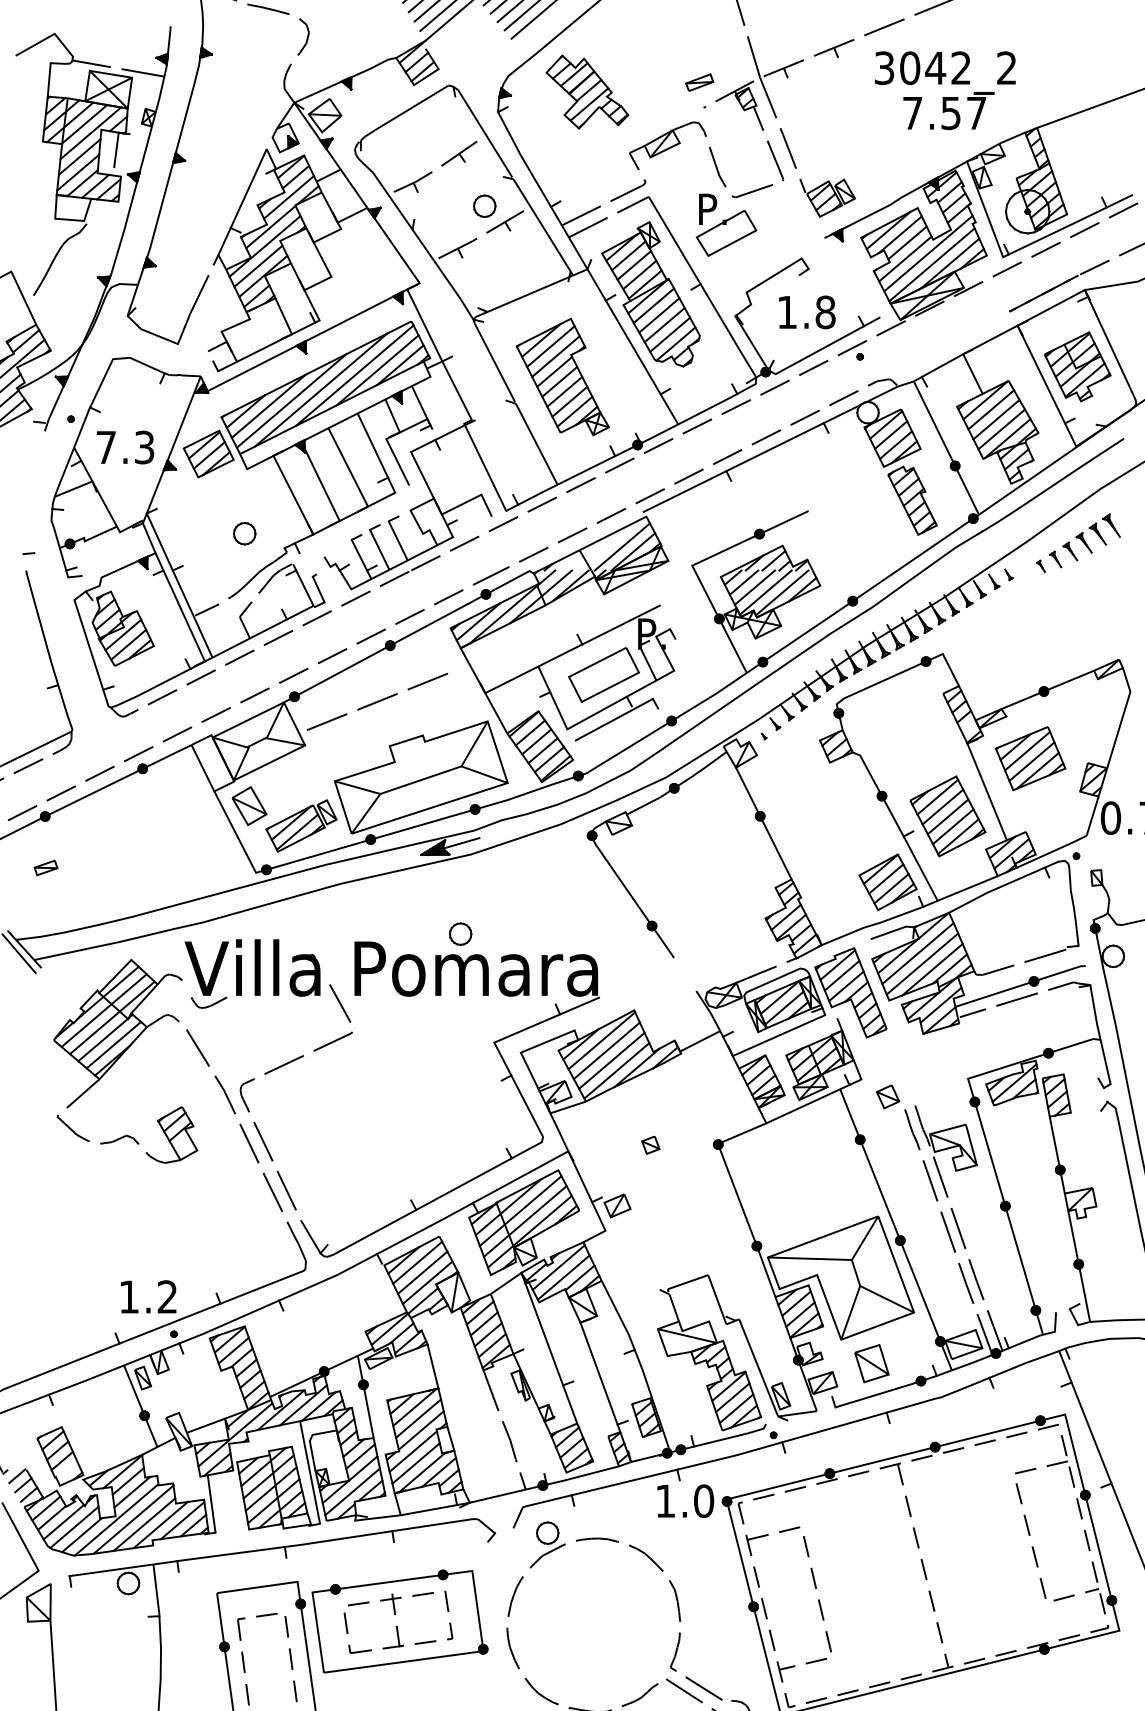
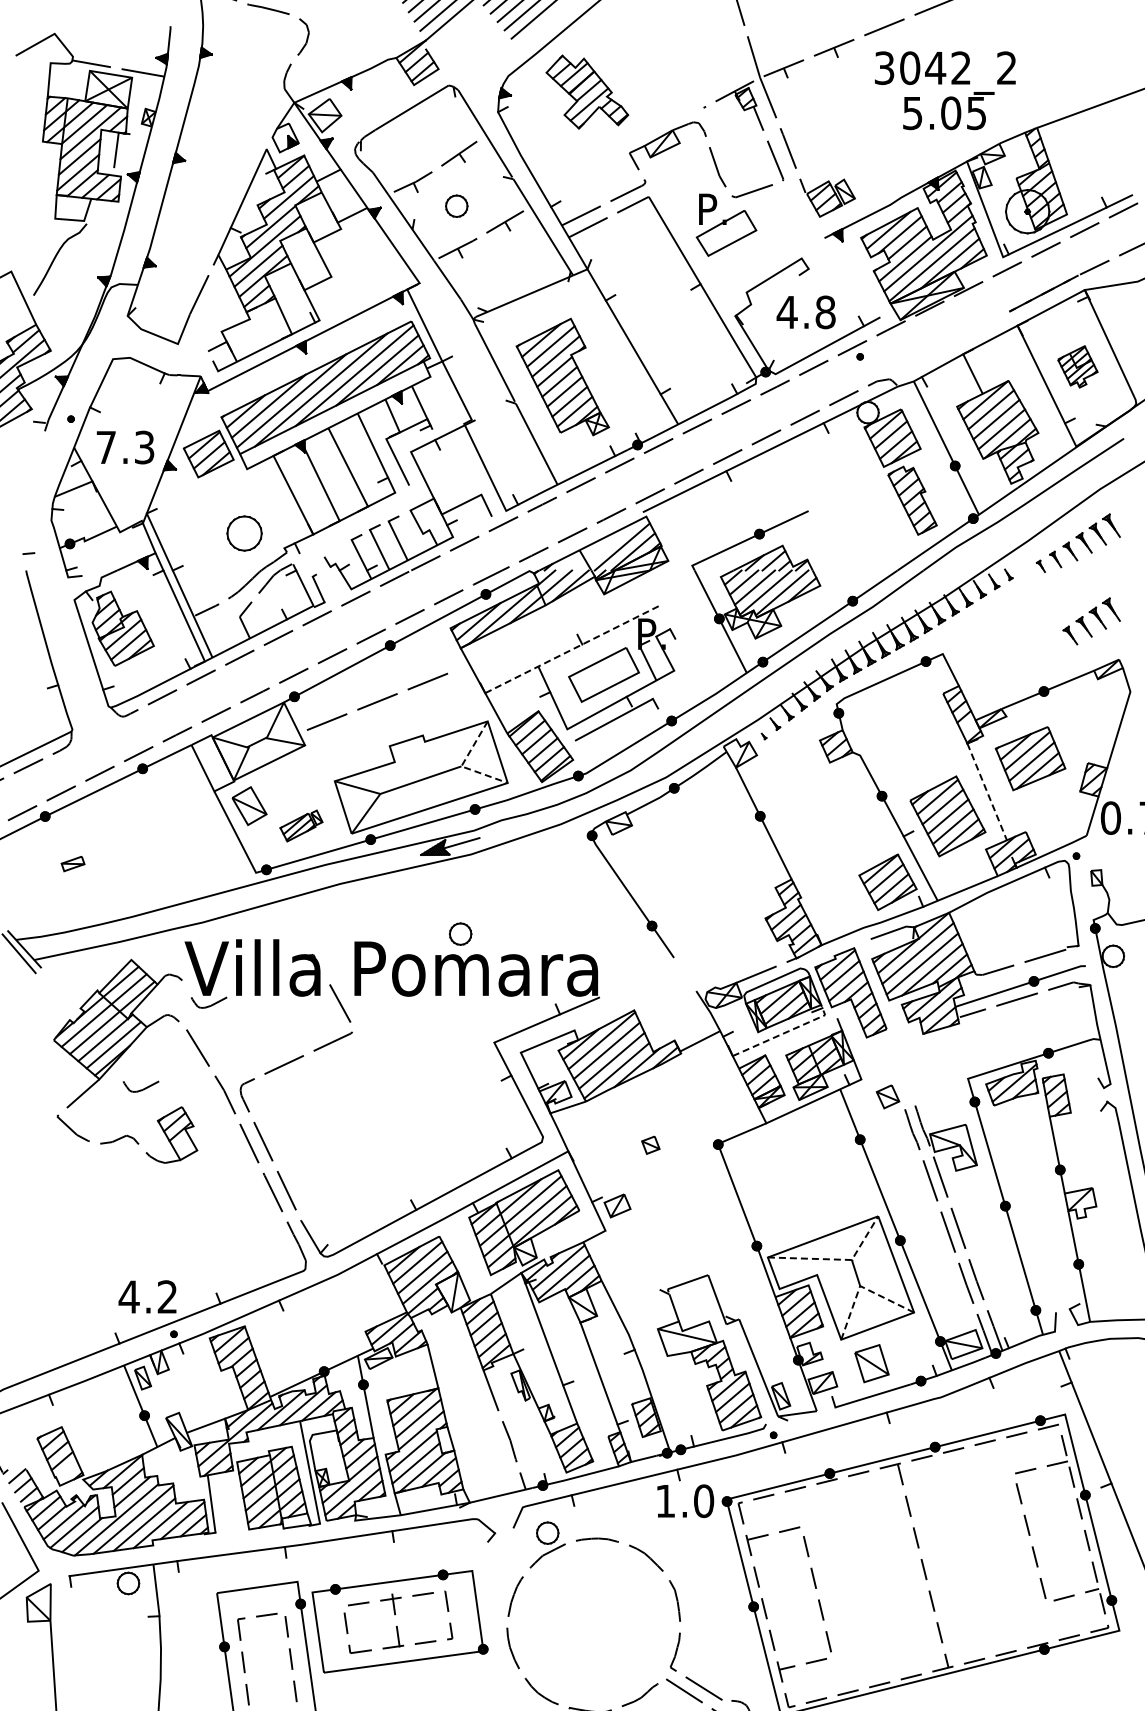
part at (699, 82): present -> none
text at (944, 113): 7.57 -> 5.05
part at (484, 205) position: (484, 205) -> (456, 205)
part at (650, 294): present -> none
text at (786, 312): 1.8 -> 4.8
part at (1077, 366) size: 68x72 px -> 42x44 px
part at (244, 533) size: 24x24 px -> 37x37 px
part at (1095, 616): none -> present
line at (572, 649): solid -> dashed
line at (461, 765): solid -> dashed
line at (987, 792): solid -> dashed
part at (301, 825) size: 73x54 px -> 45x34 px
part at (45, 868) position: (45, 868) -> (72, 864)
line at (784, 1033): solid -> dashed
curve at (140, 1089): none -> present
line at (836, 1259): solid -> dashed
line at (861, 1286): solid -> dashed
text at (128, 1296): 1.2 -> 4.2
